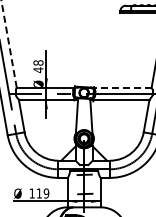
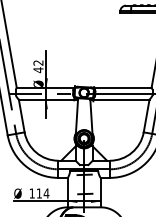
line at (8, 43): dashed -> solid
text at (38, 62): 48 -> 42
line at (121, 87): dashed -> solid
text at (46, 193): 119 -> 114
